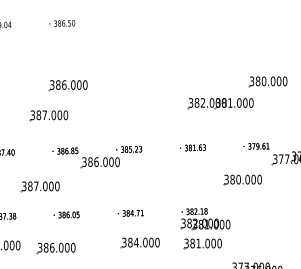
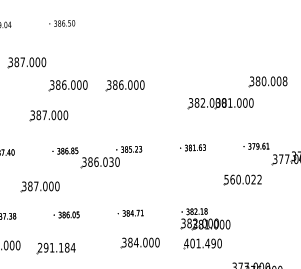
part at (26, 62): none -> present
text at (284, 80): 380.000 -> 380.008
part at (124, 85): none -> present
text at (111, 161): 386.000 -> 386.030
text at (242, 179): 380.000 -> 560.022
text at (199, 243): 381.000 -> 401.490
text at (56, 247): 386.000 -> 291.184
